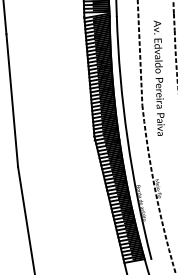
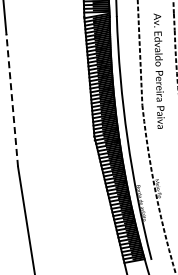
text at (158, 77) position: (158, 77) -> (158, 70)
line at (12, 100): solid -> dashed
